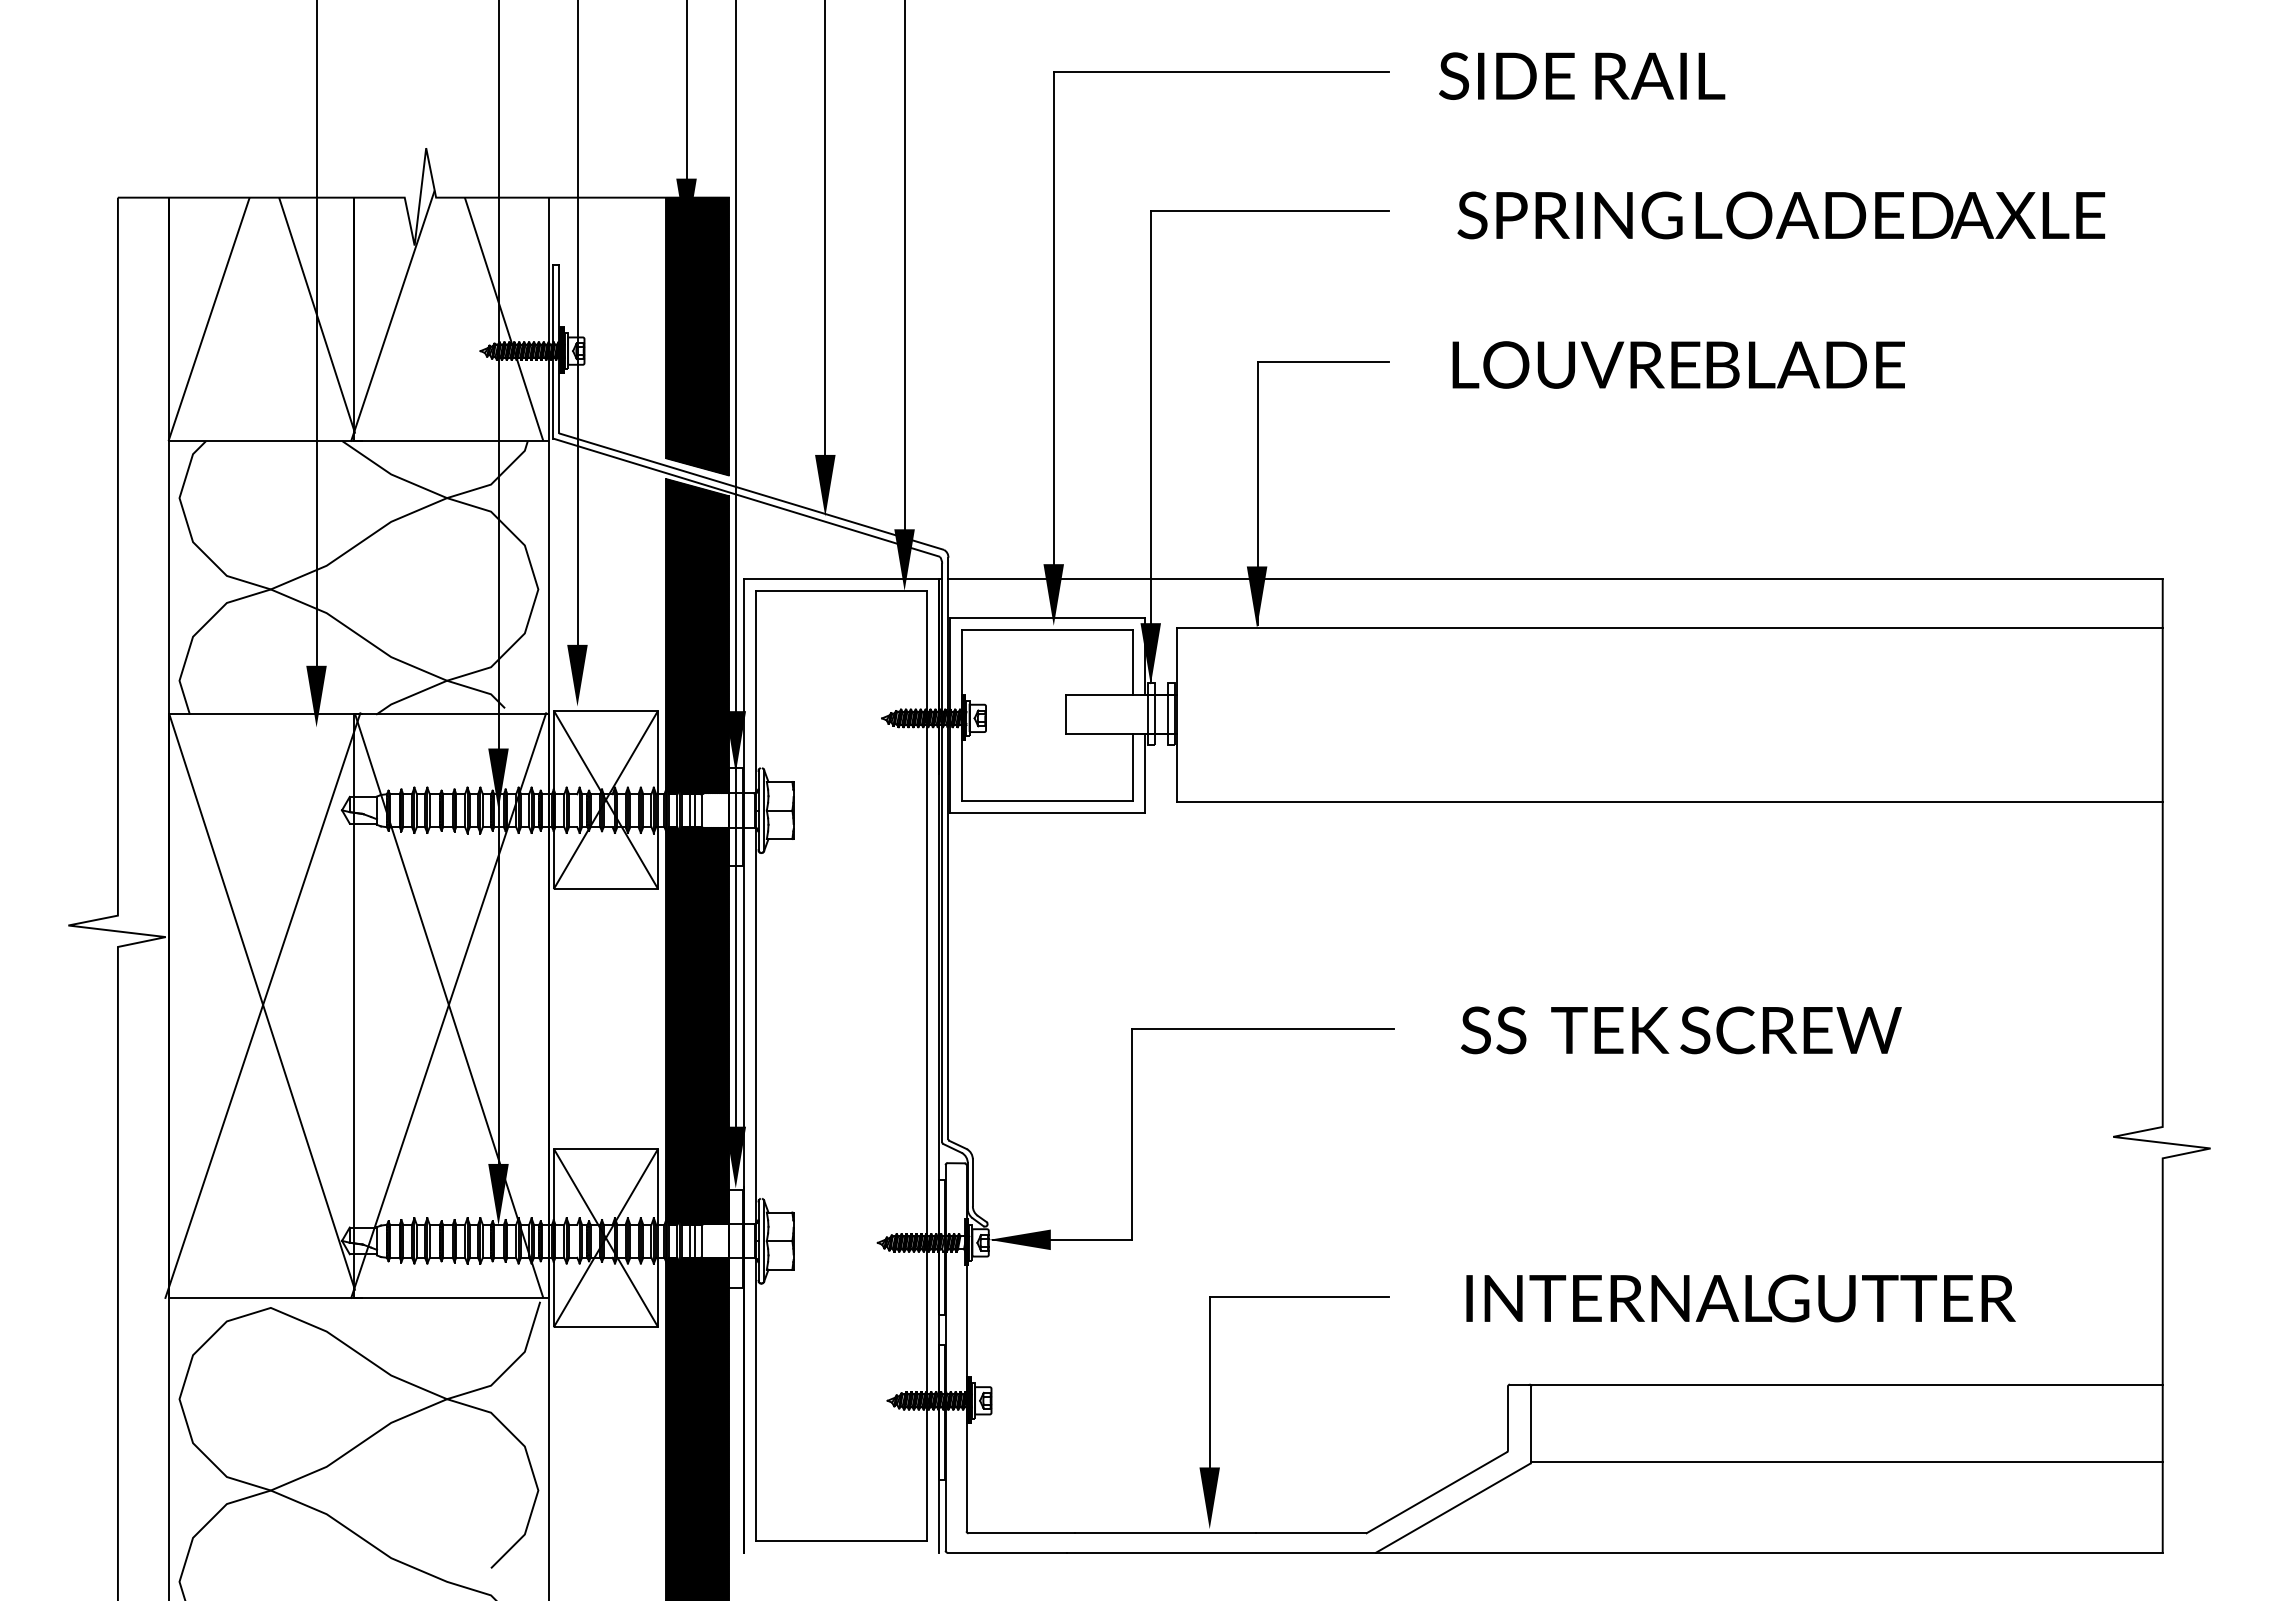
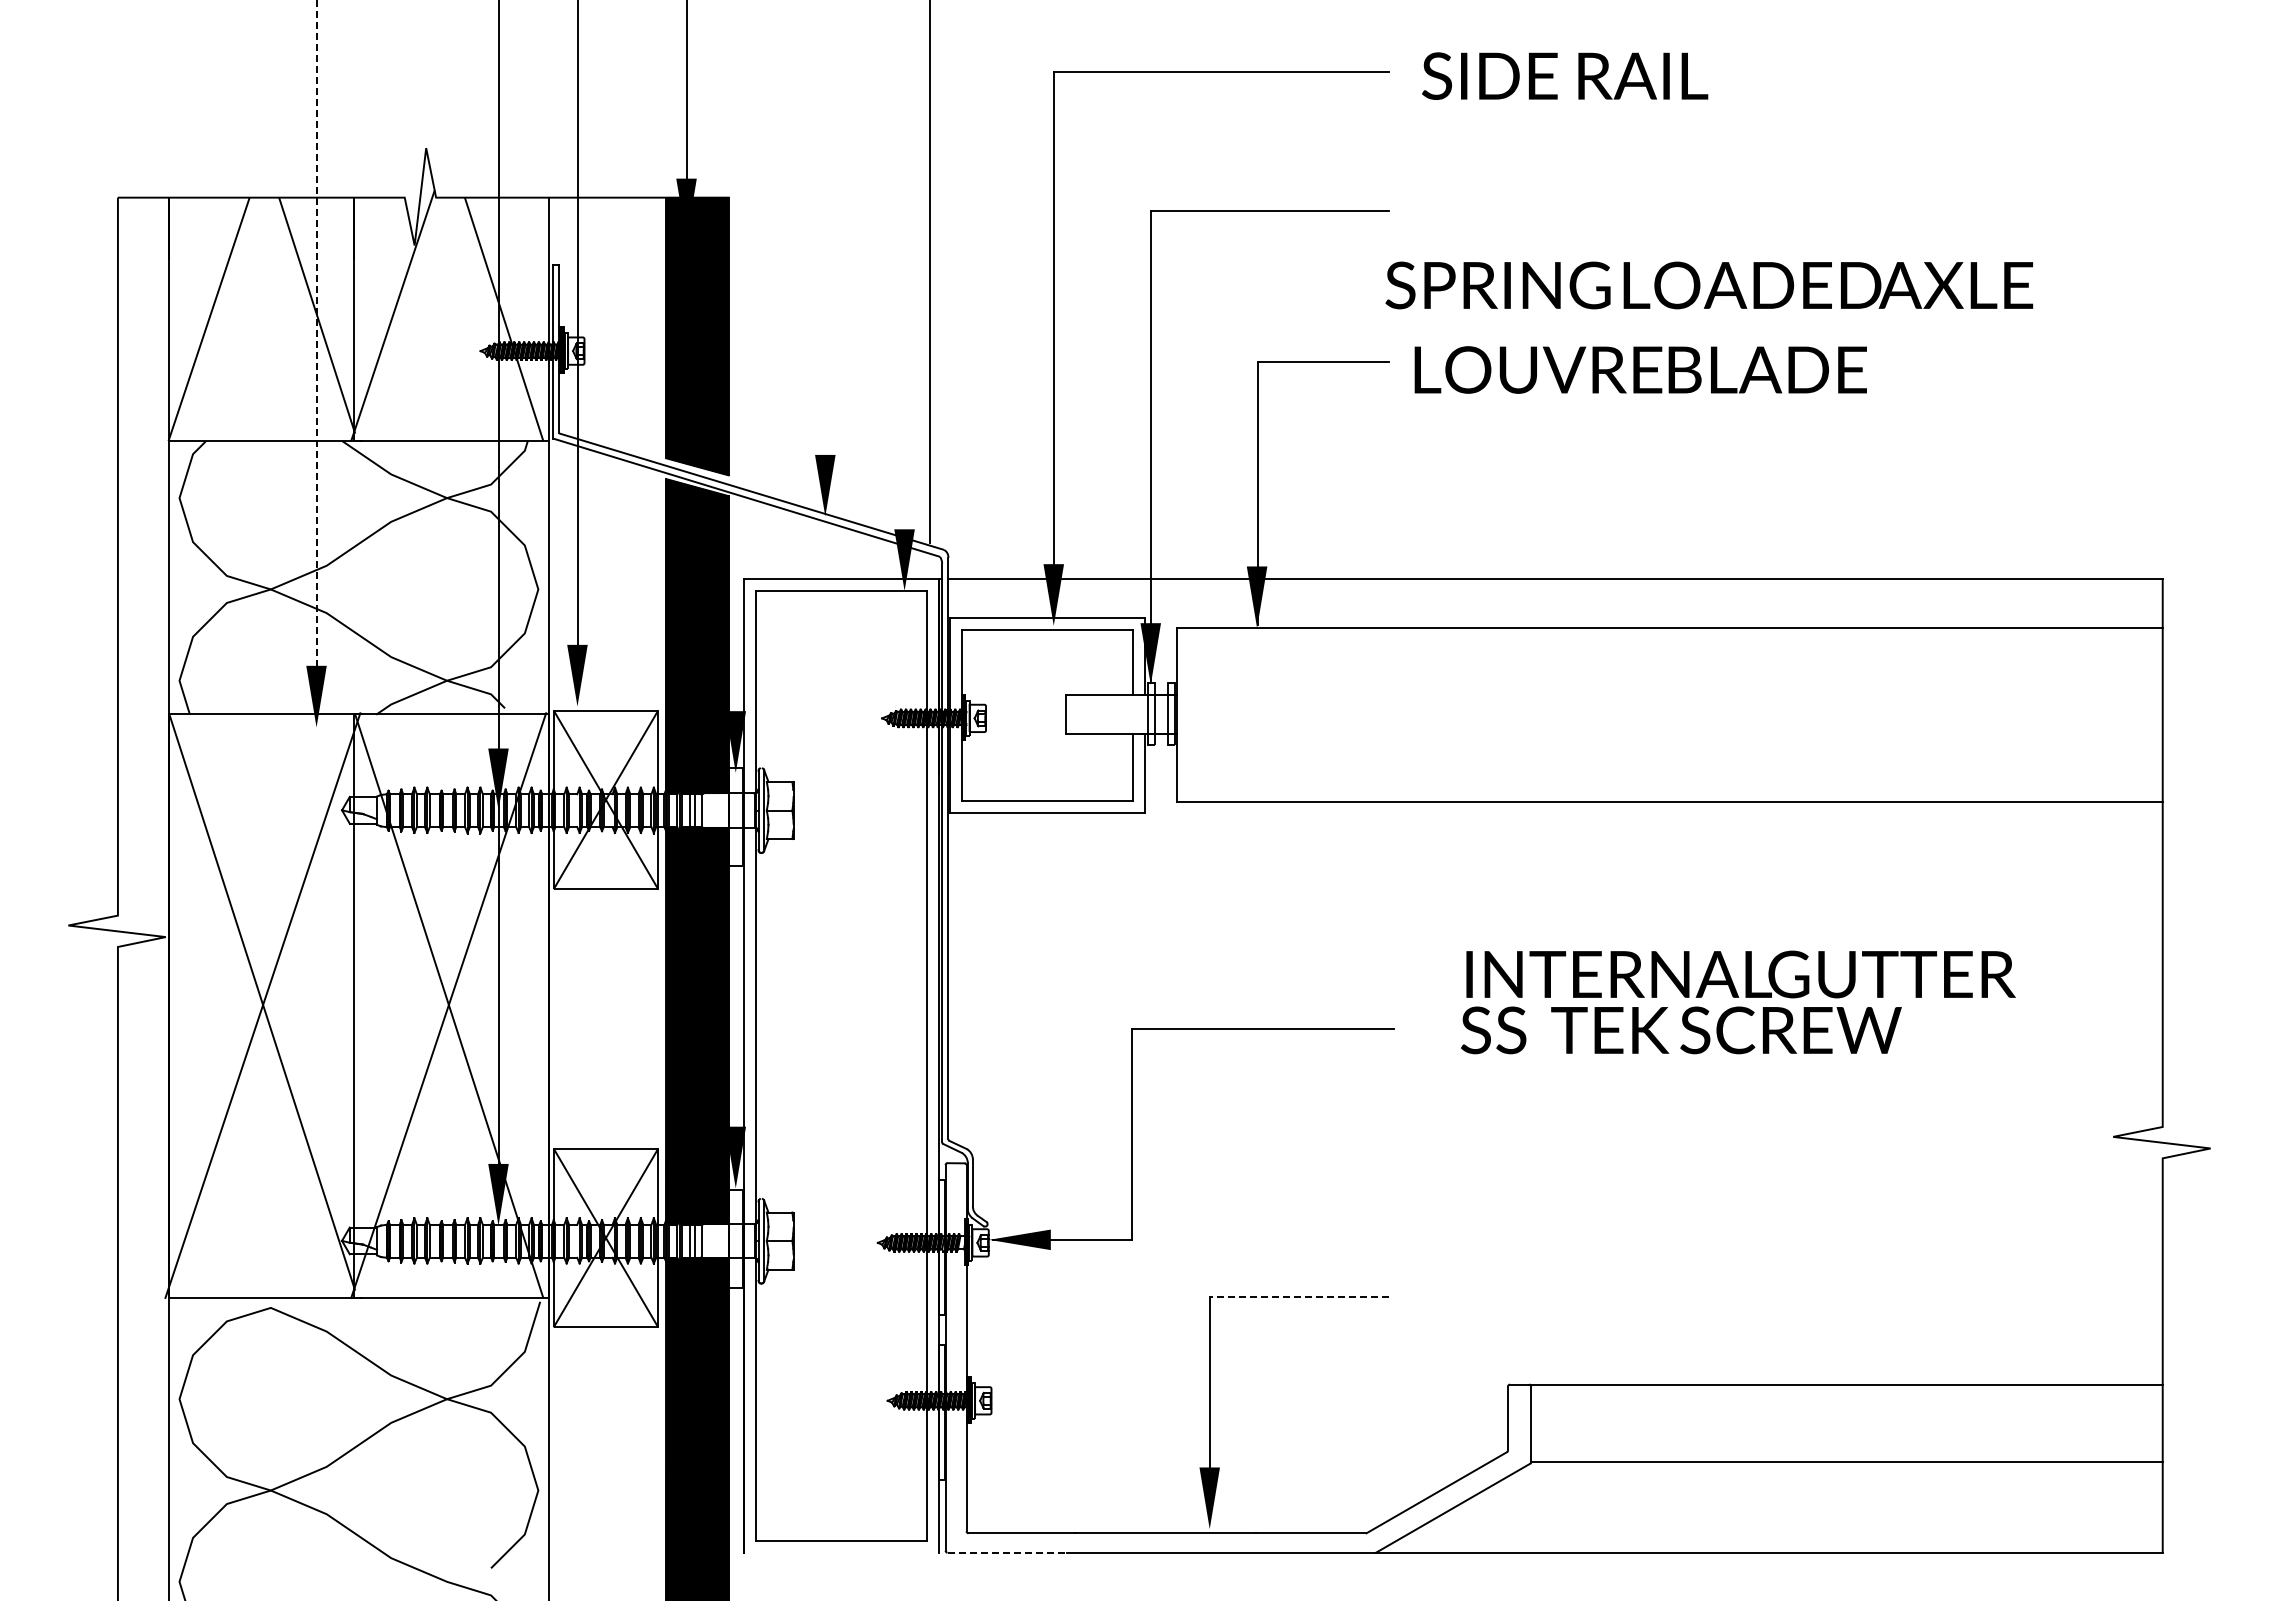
text at (1582, 75) position: (1582, 75) -> (1565, 75)
text at (1781, 215) position: (1781, 215) -> (1709, 285)
line at (825, 239): present -> none
line at (905, 272) position: (905, 272) -> (930, 272)
line at (317, 338): solid -> dashed
text at (1678, 364) position: (1678, 364) -> (1640, 369)
line at (736, 570): present -> none
line at (1298, 1297): solid -> dashed
text at (1740, 1298) position: (1740, 1298) -> (1740, 974)
line at (1007, 1552): solid -> dashed
